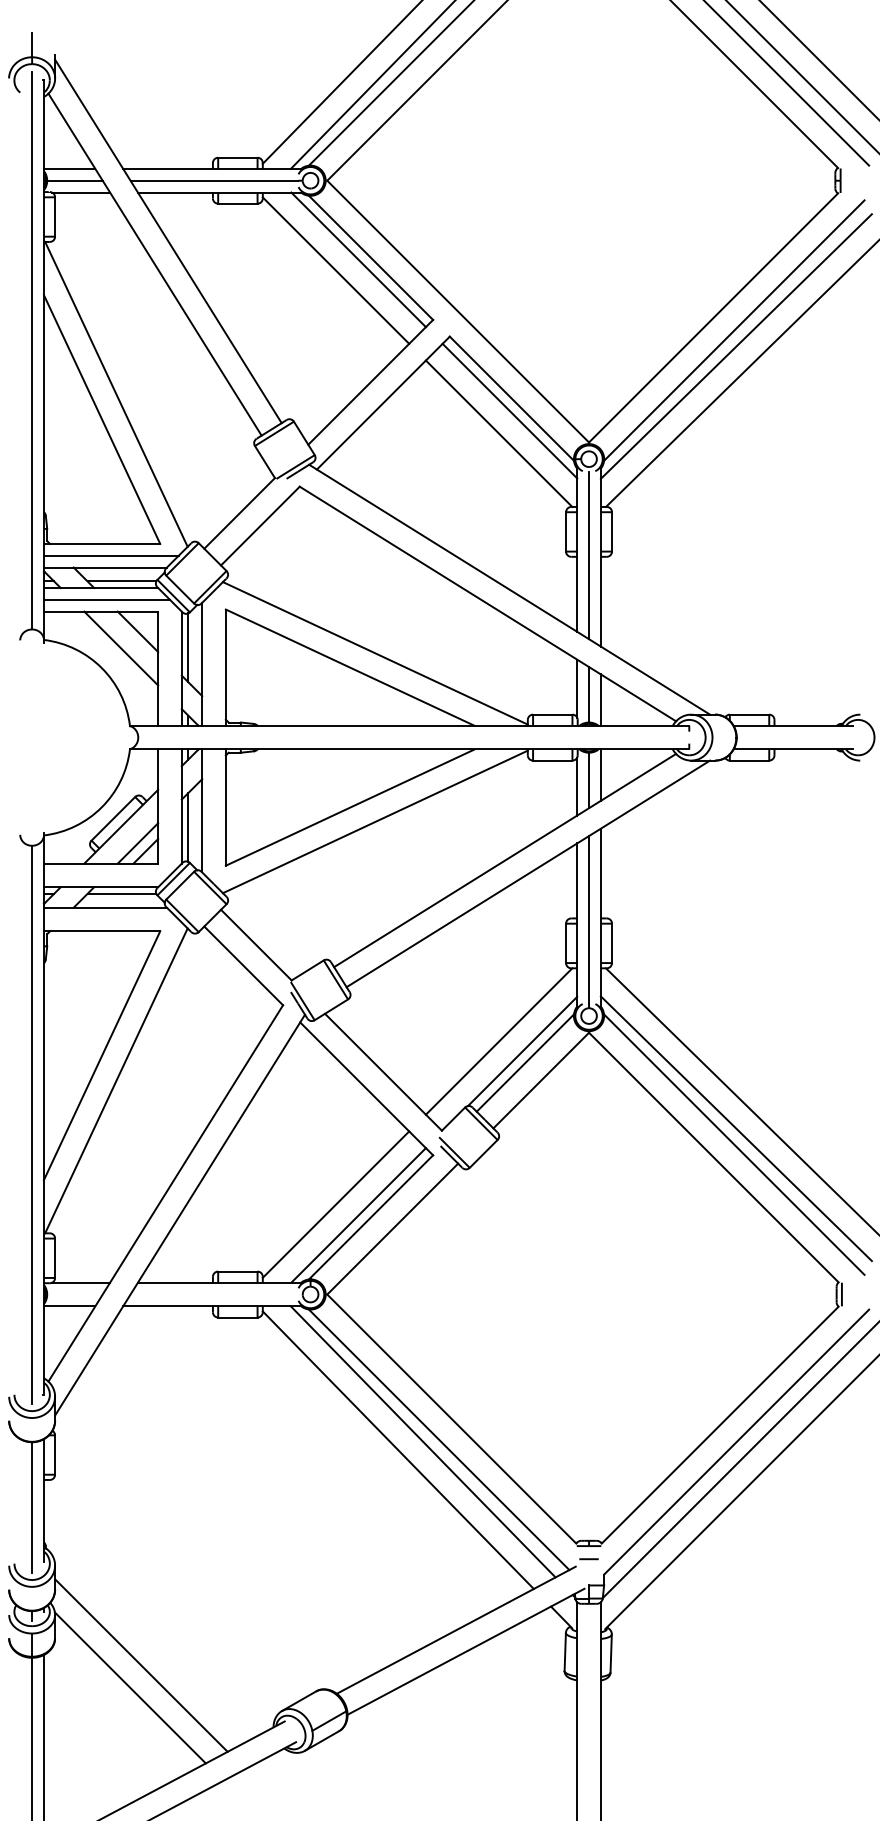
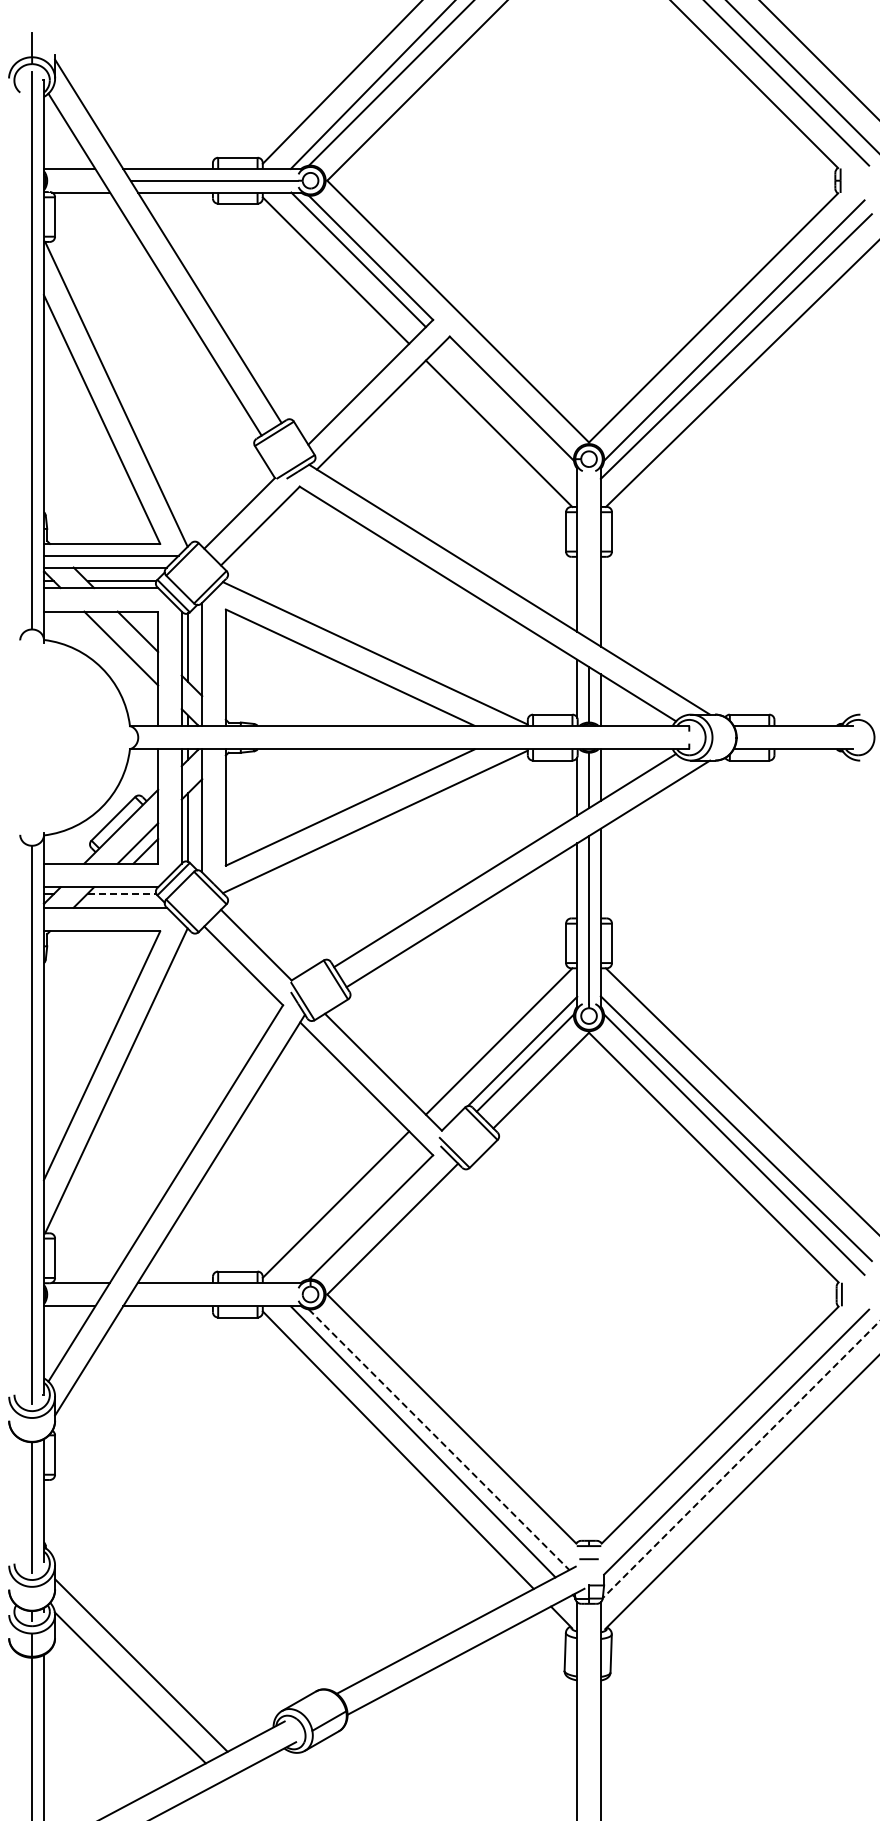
line at (74, 180): present -> none
line at (509, 410): present -> none
line at (589, 555): present -> none
line at (106, 599): present -> none
line at (122, 893): solid -> dashed
line at (358, 1215): present -> none
line at (439, 1440): solid -> dashed
line at (741, 1459): solid -> dashed
